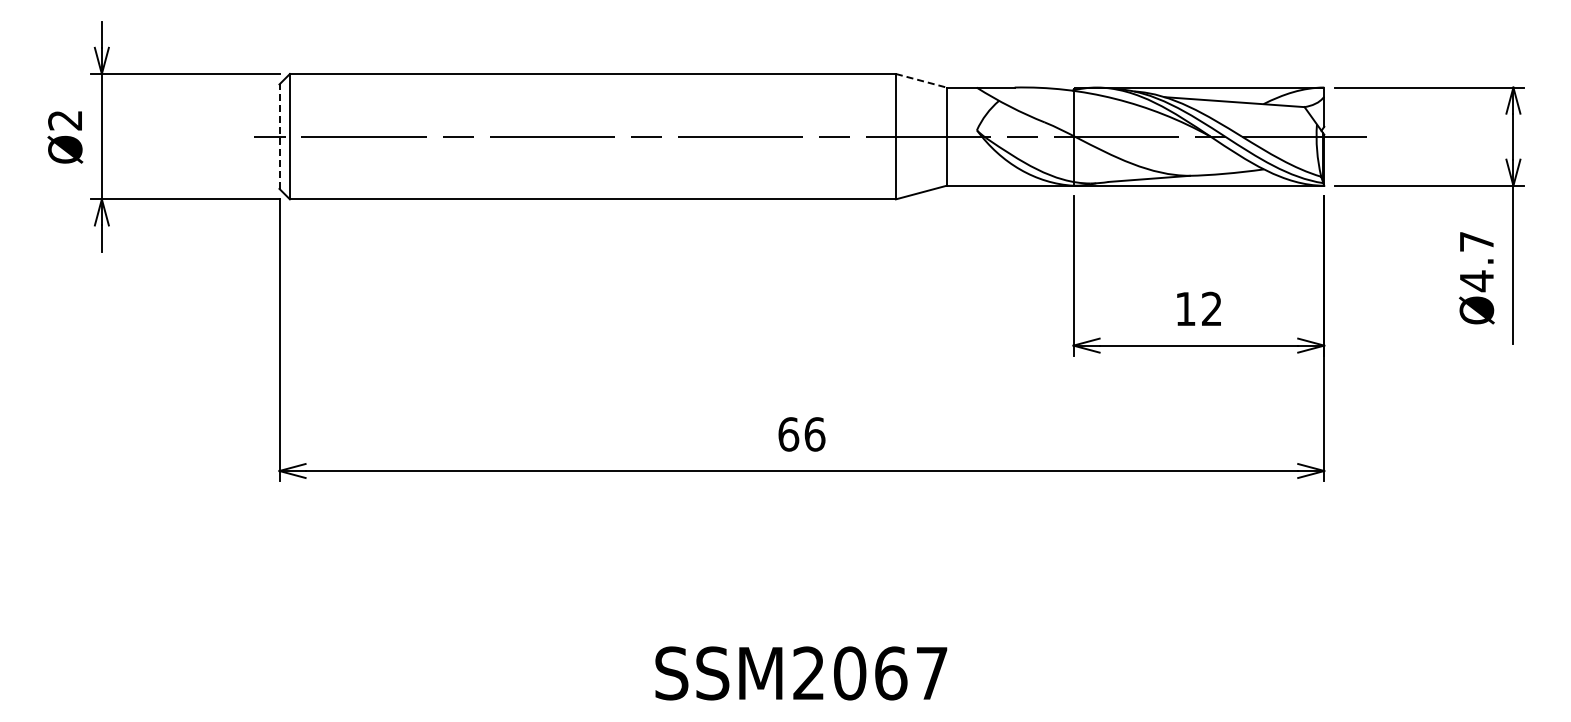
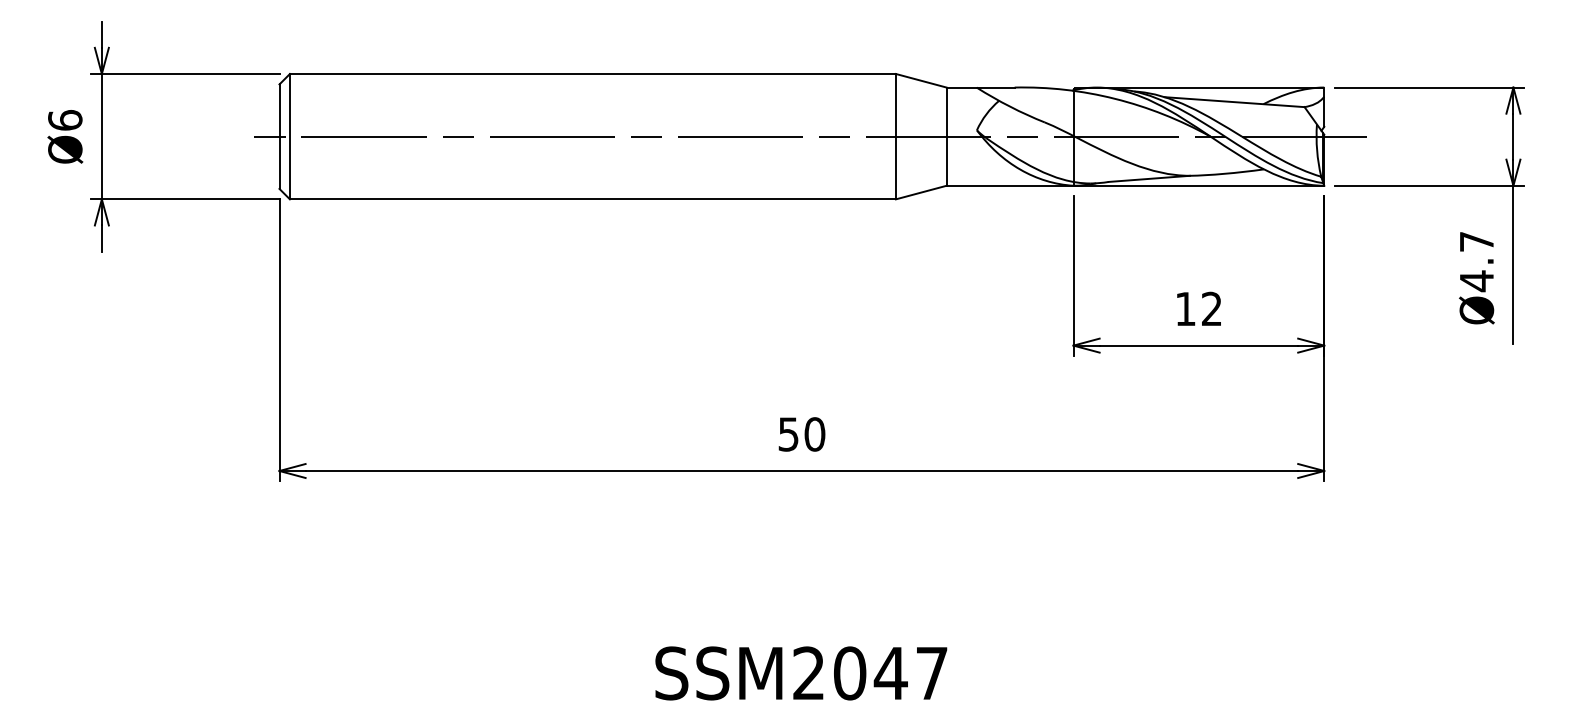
line at (921, 80): dashed -> solid
text at (65, 120): Ø2 -> Ø6
line at (279, 136): dashed -> solid
text at (801, 434): 66 -> 50
text at (890, 673): SSM2067 -> SSM2047
